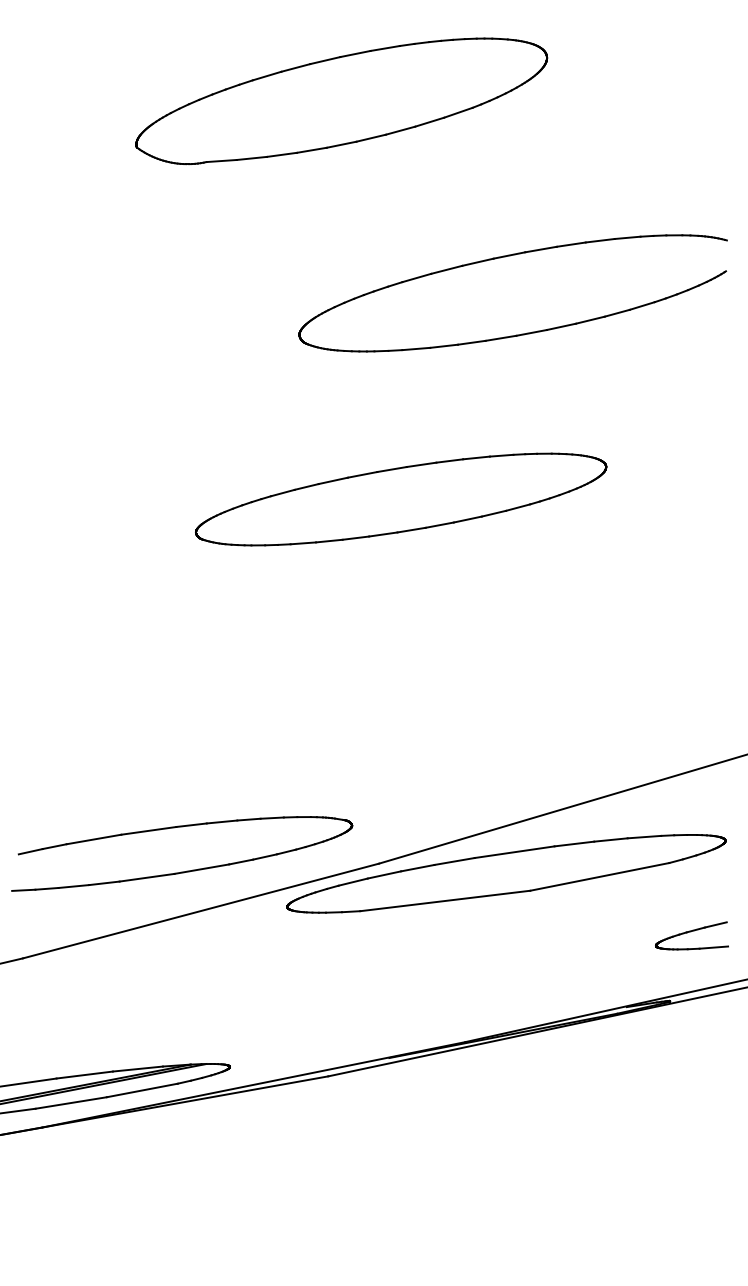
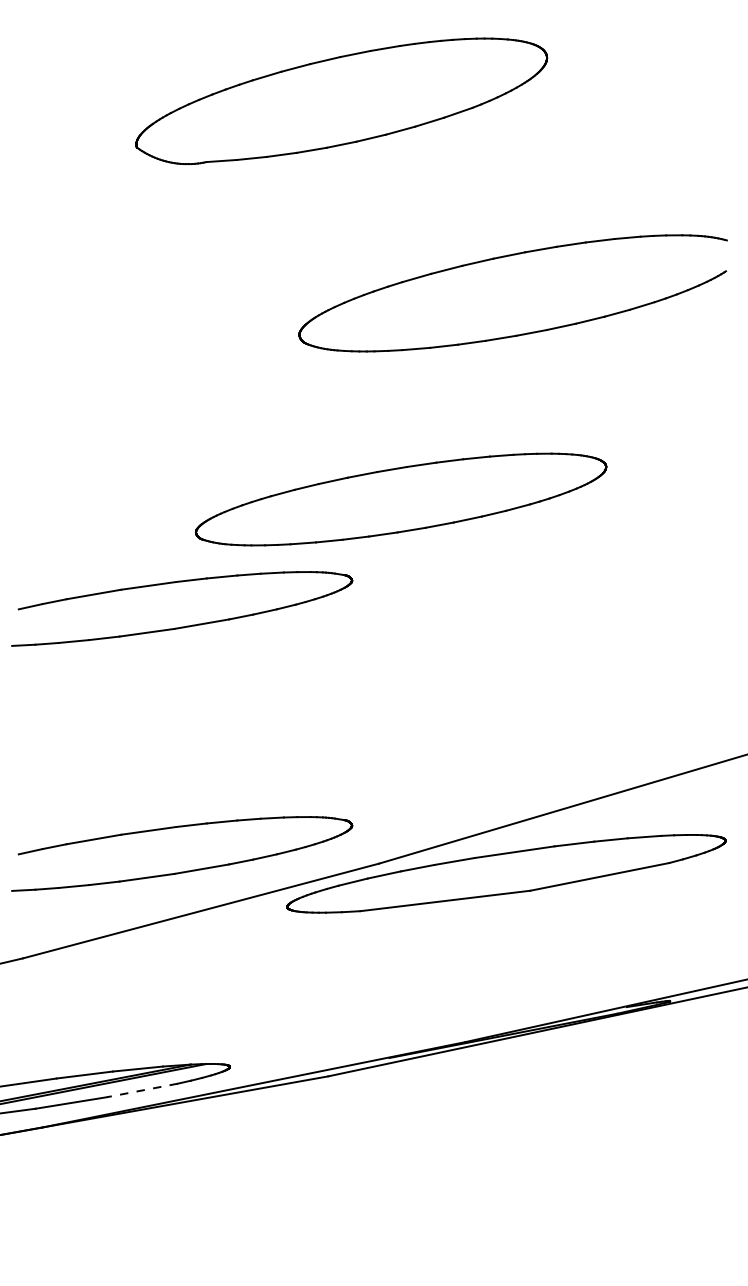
part at (186, 625): none -> present
part at (691, 935): present -> none
line at (141, 1090): solid -> dashed
